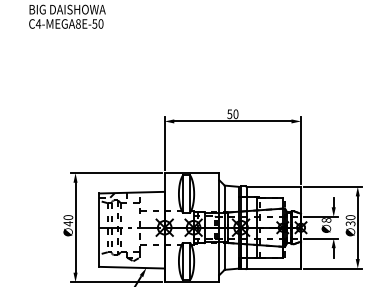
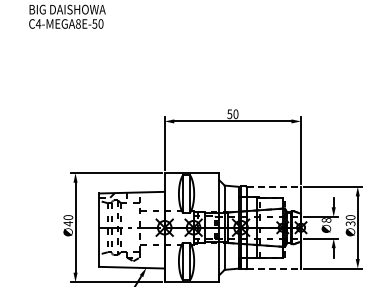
line at (274, 186): solid -> dashed
line at (274, 268): solid -> dashed
